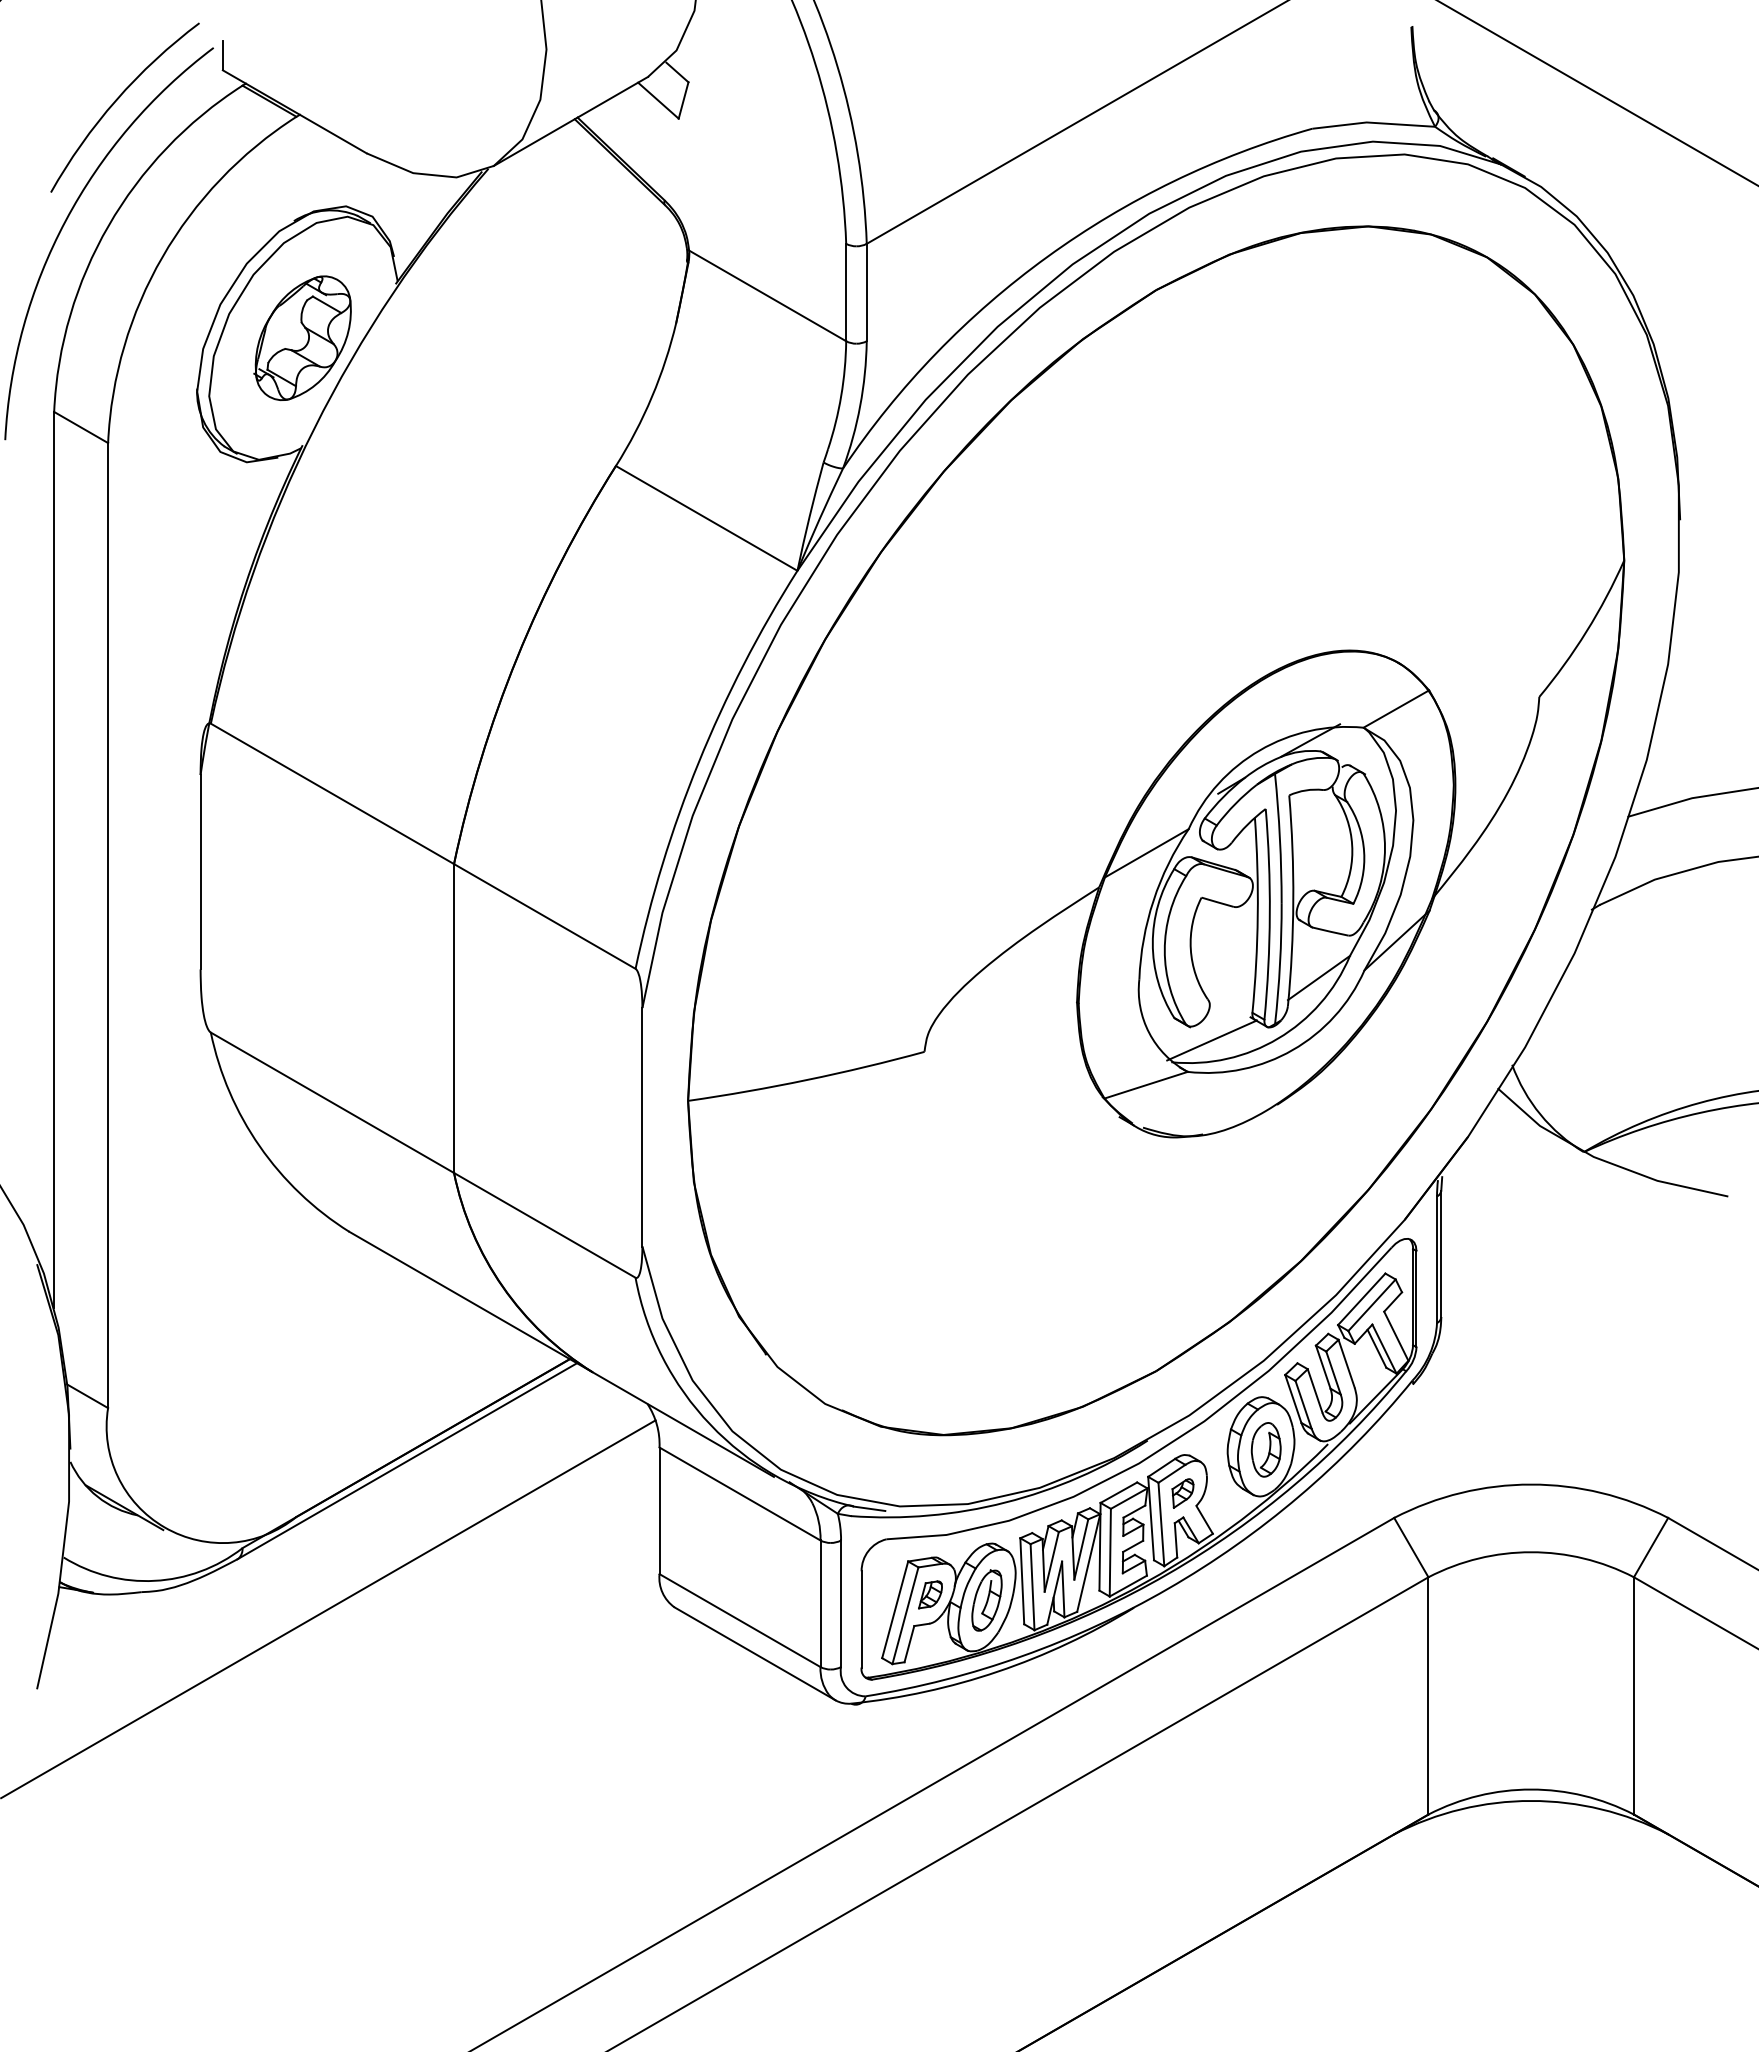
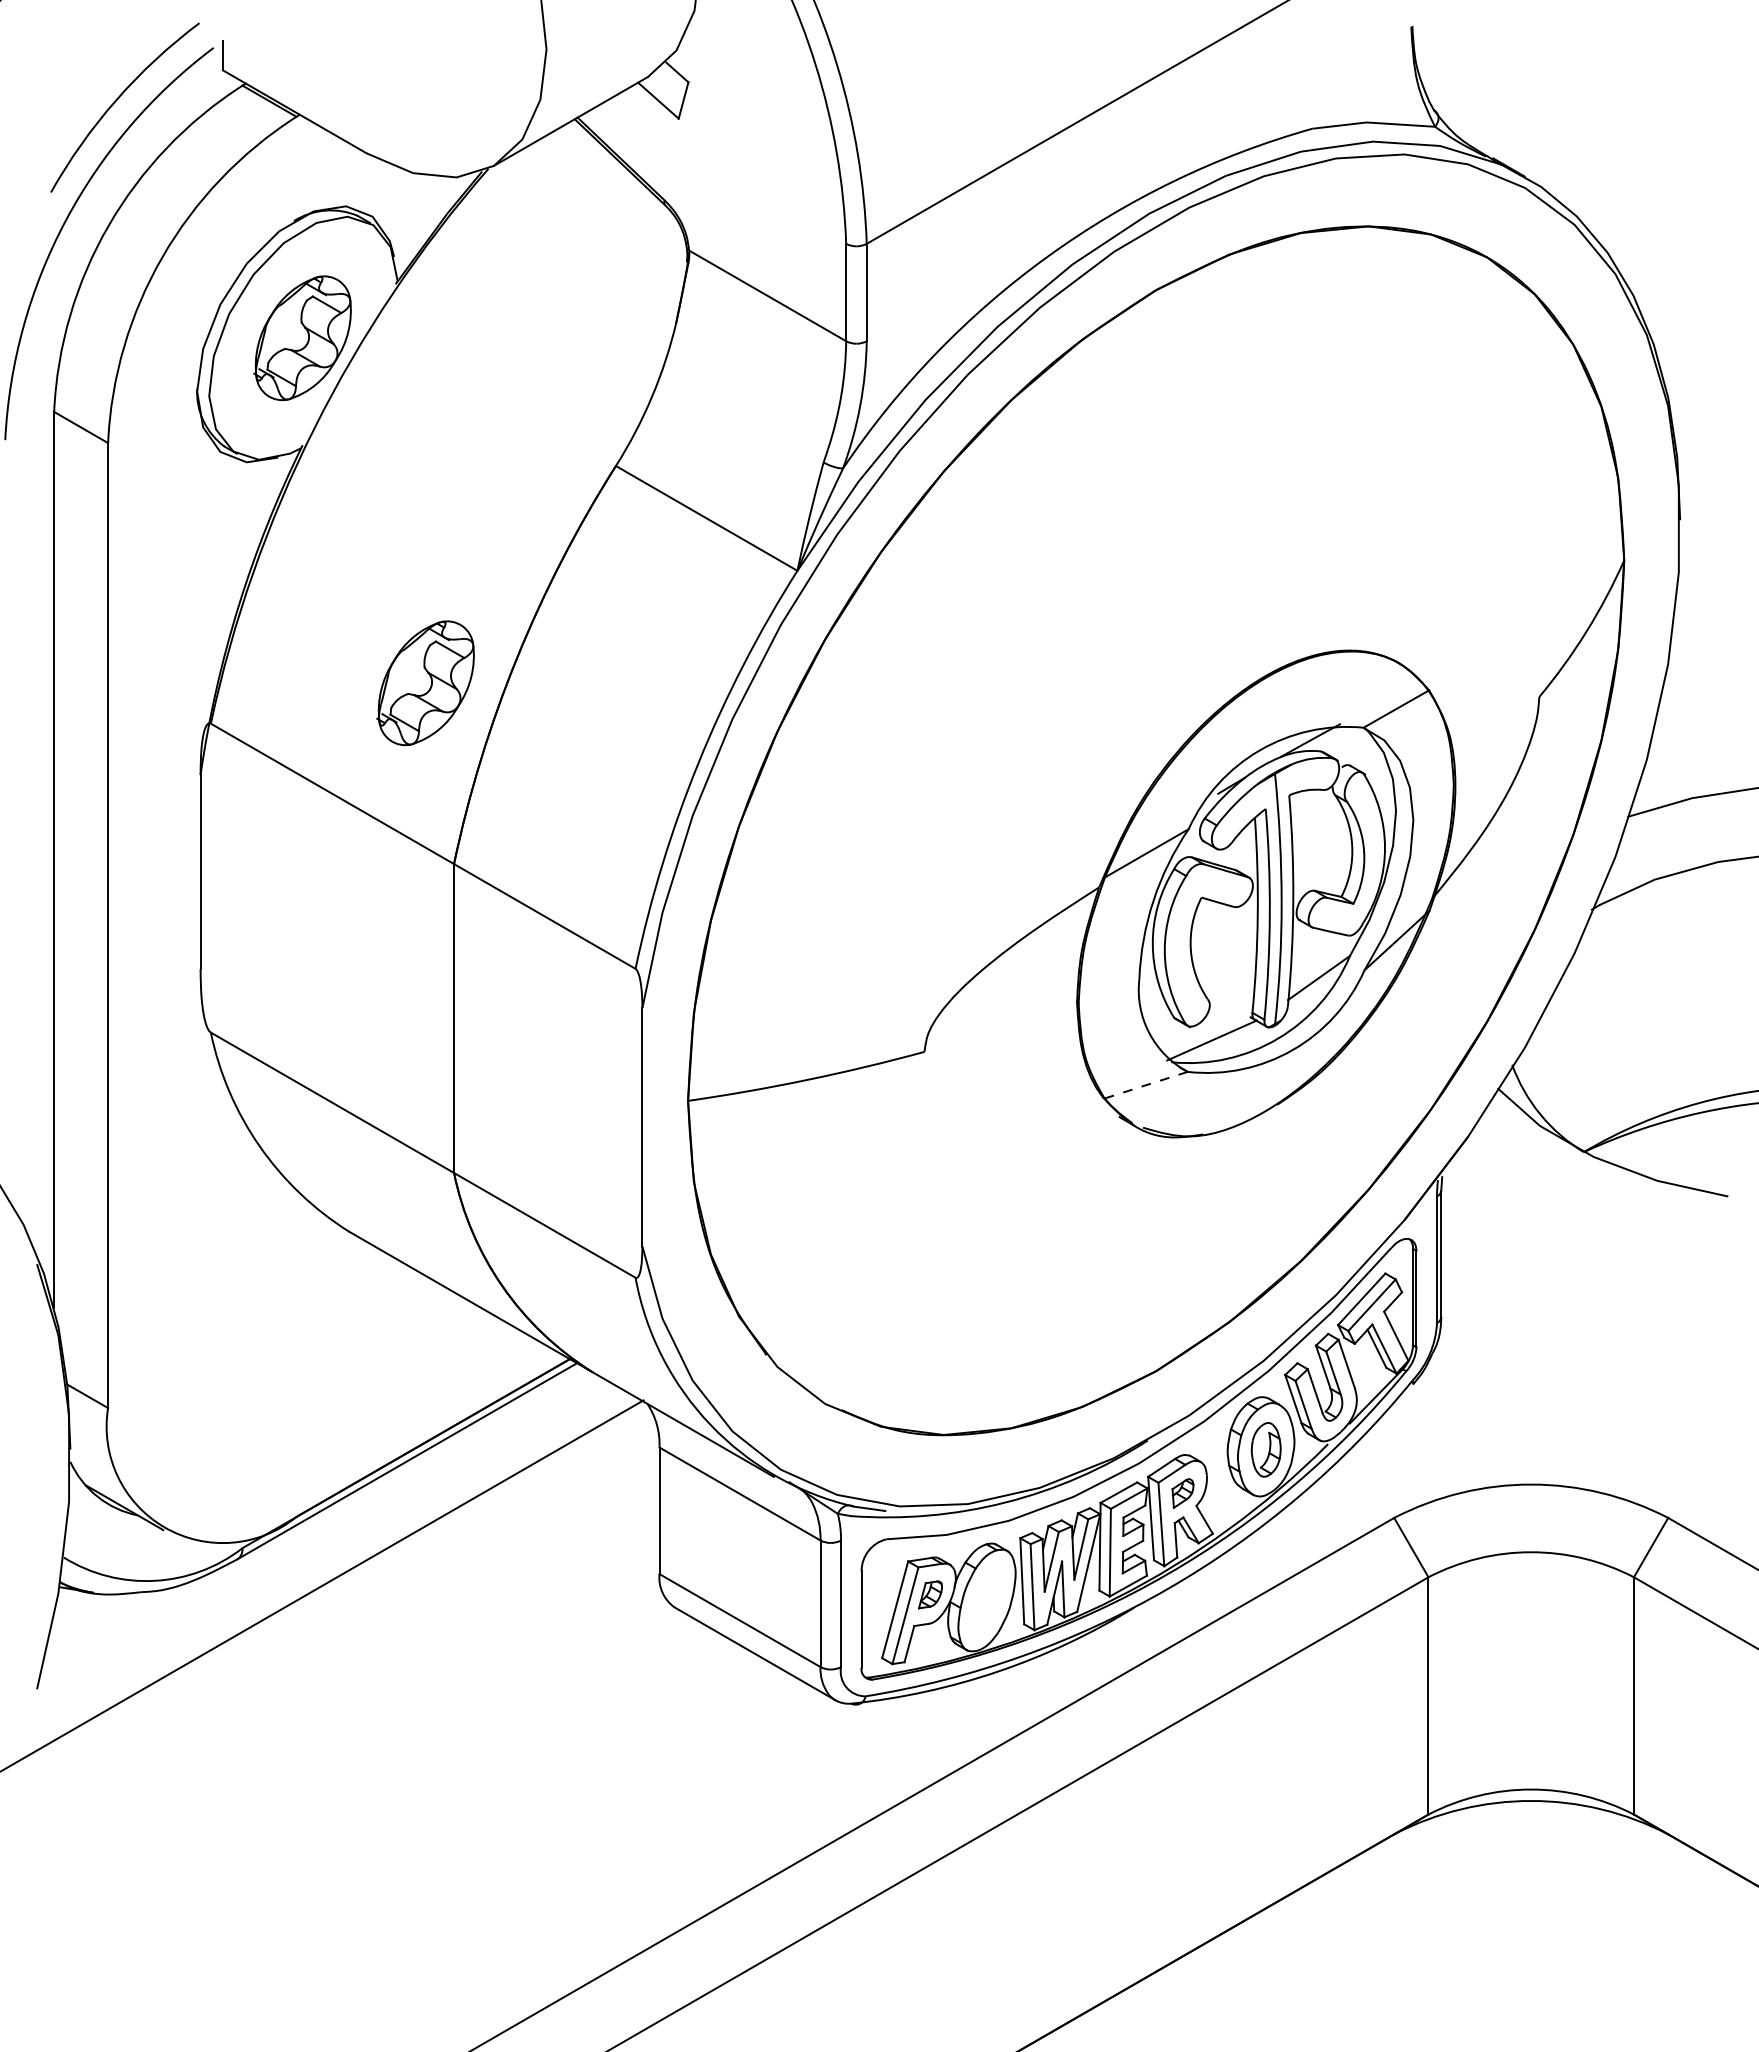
line at (1597, 93): present -> none
part at (425, 682): none -> present
line at (1146, 1085): solid -> dashed
part at (986, 1600): present -> none
line at (328, 1608) position: (328, 1608) -> (322, 1585)
